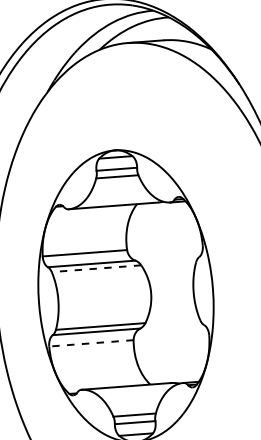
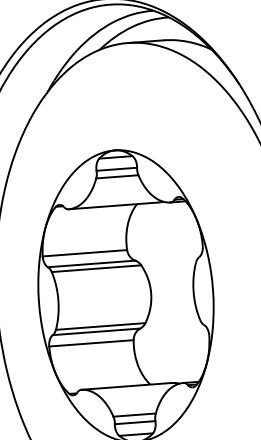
line at (96, 268): dashed -> solid
line at (90, 343): dashed -> solid
